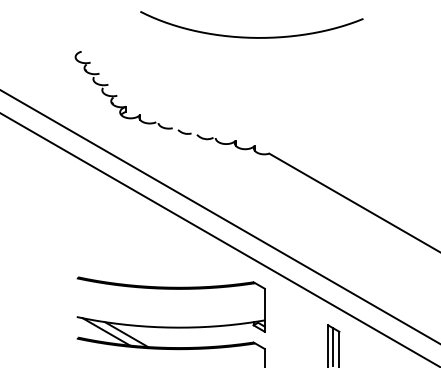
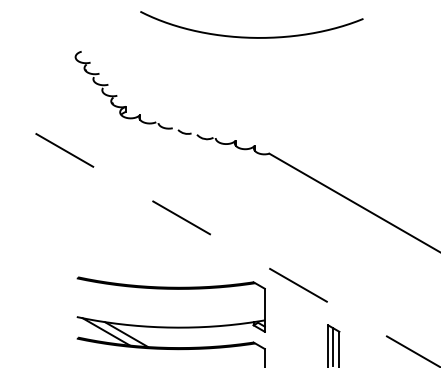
line at (219, 216): present -> none
line at (220, 240): solid -> dashed
